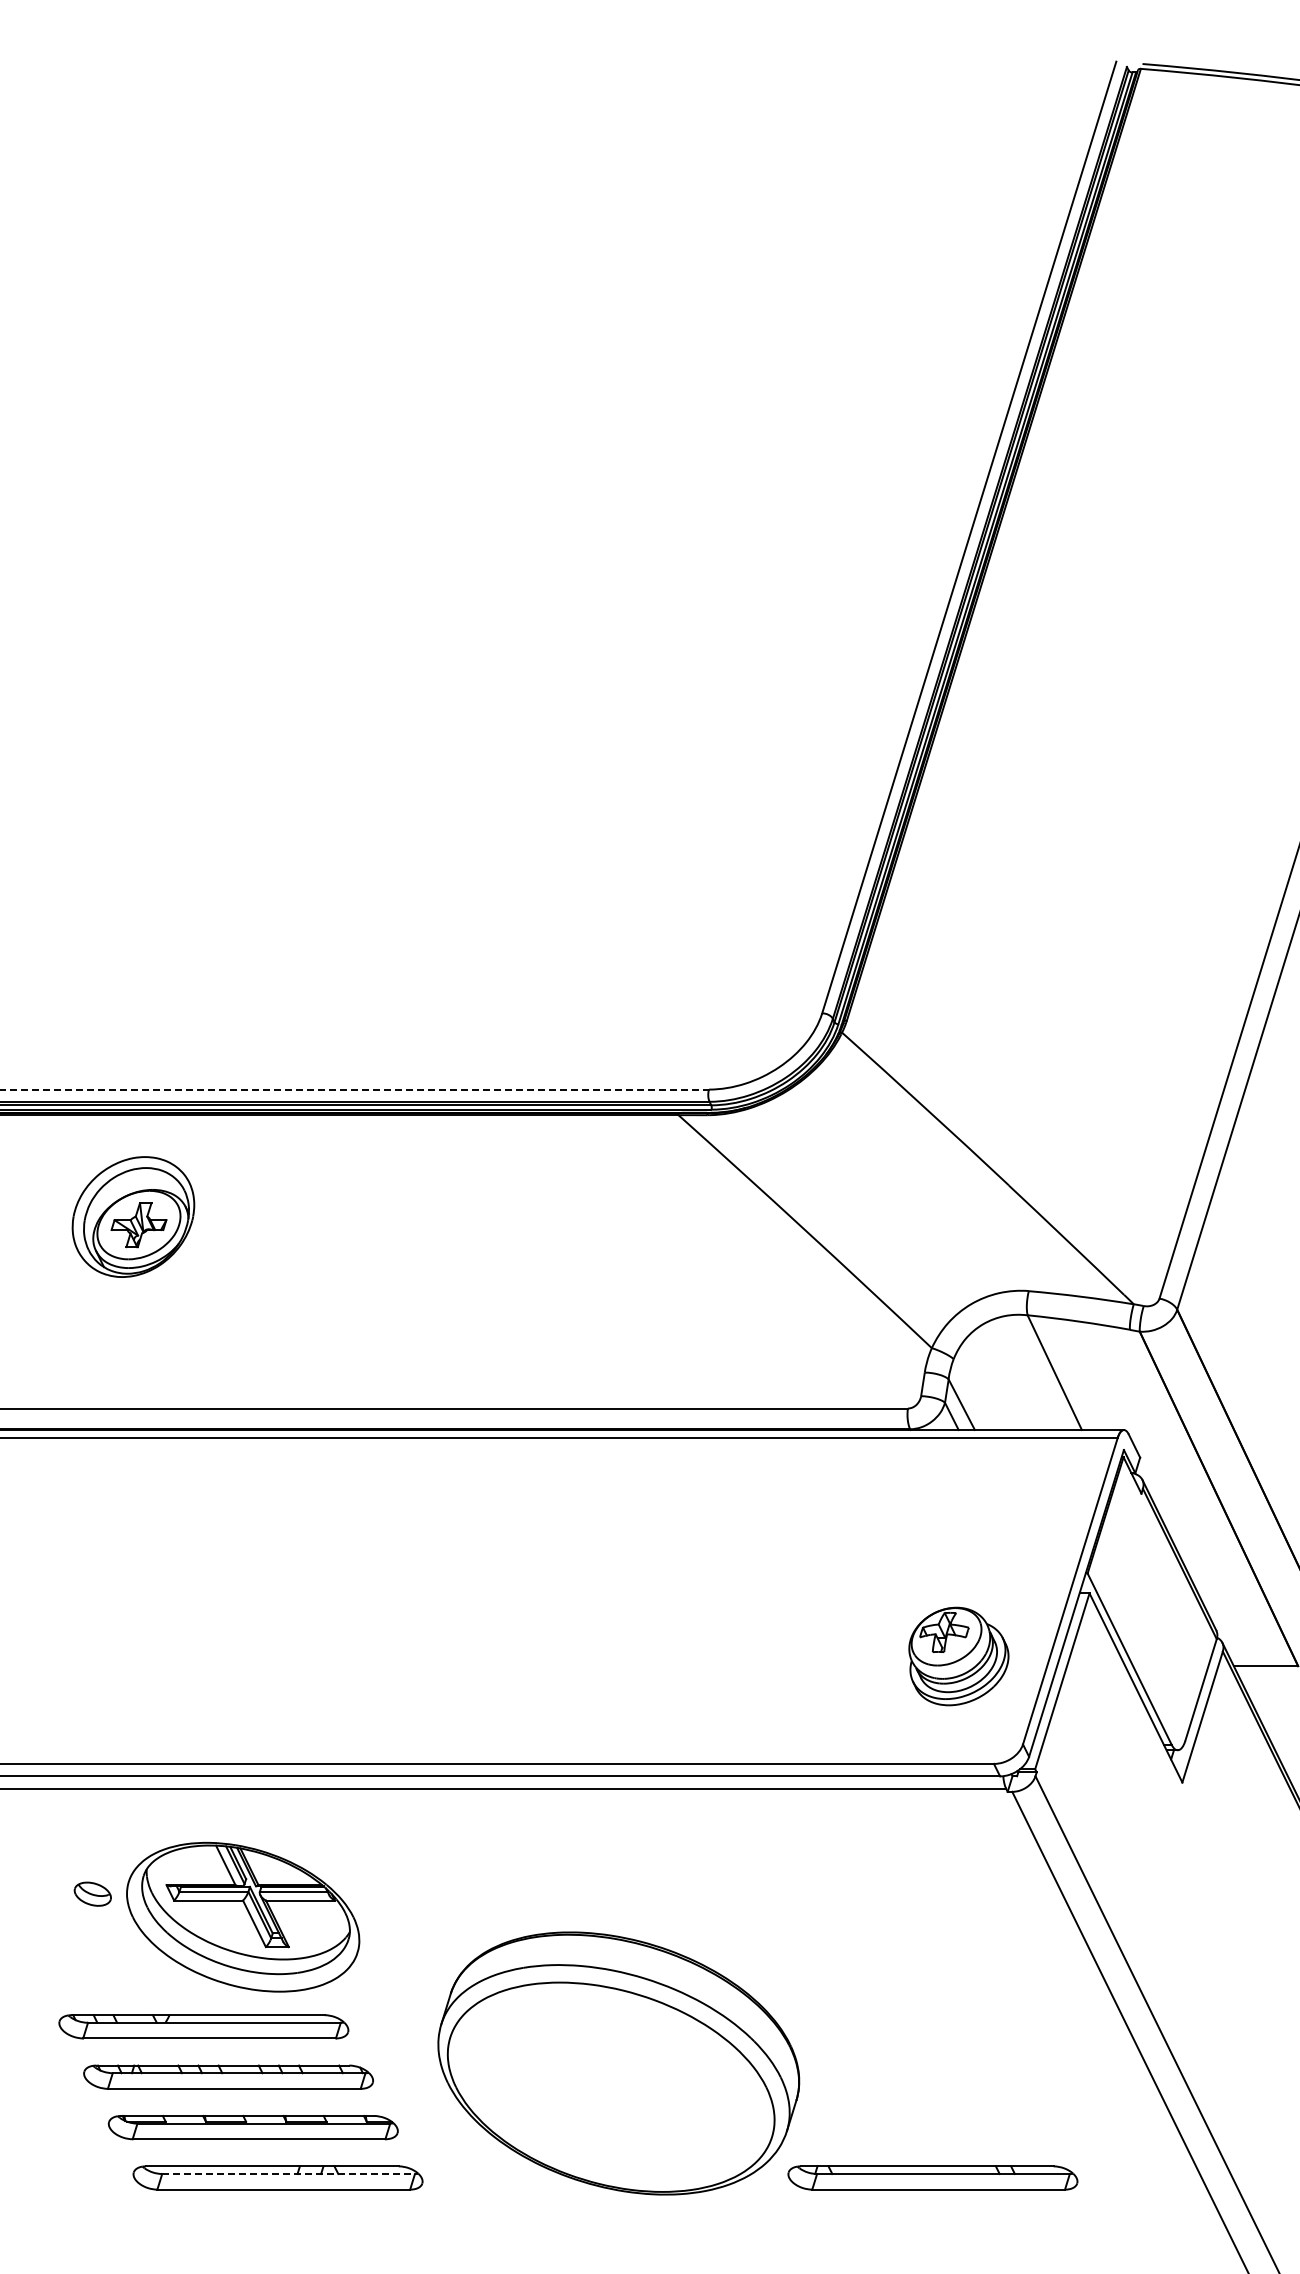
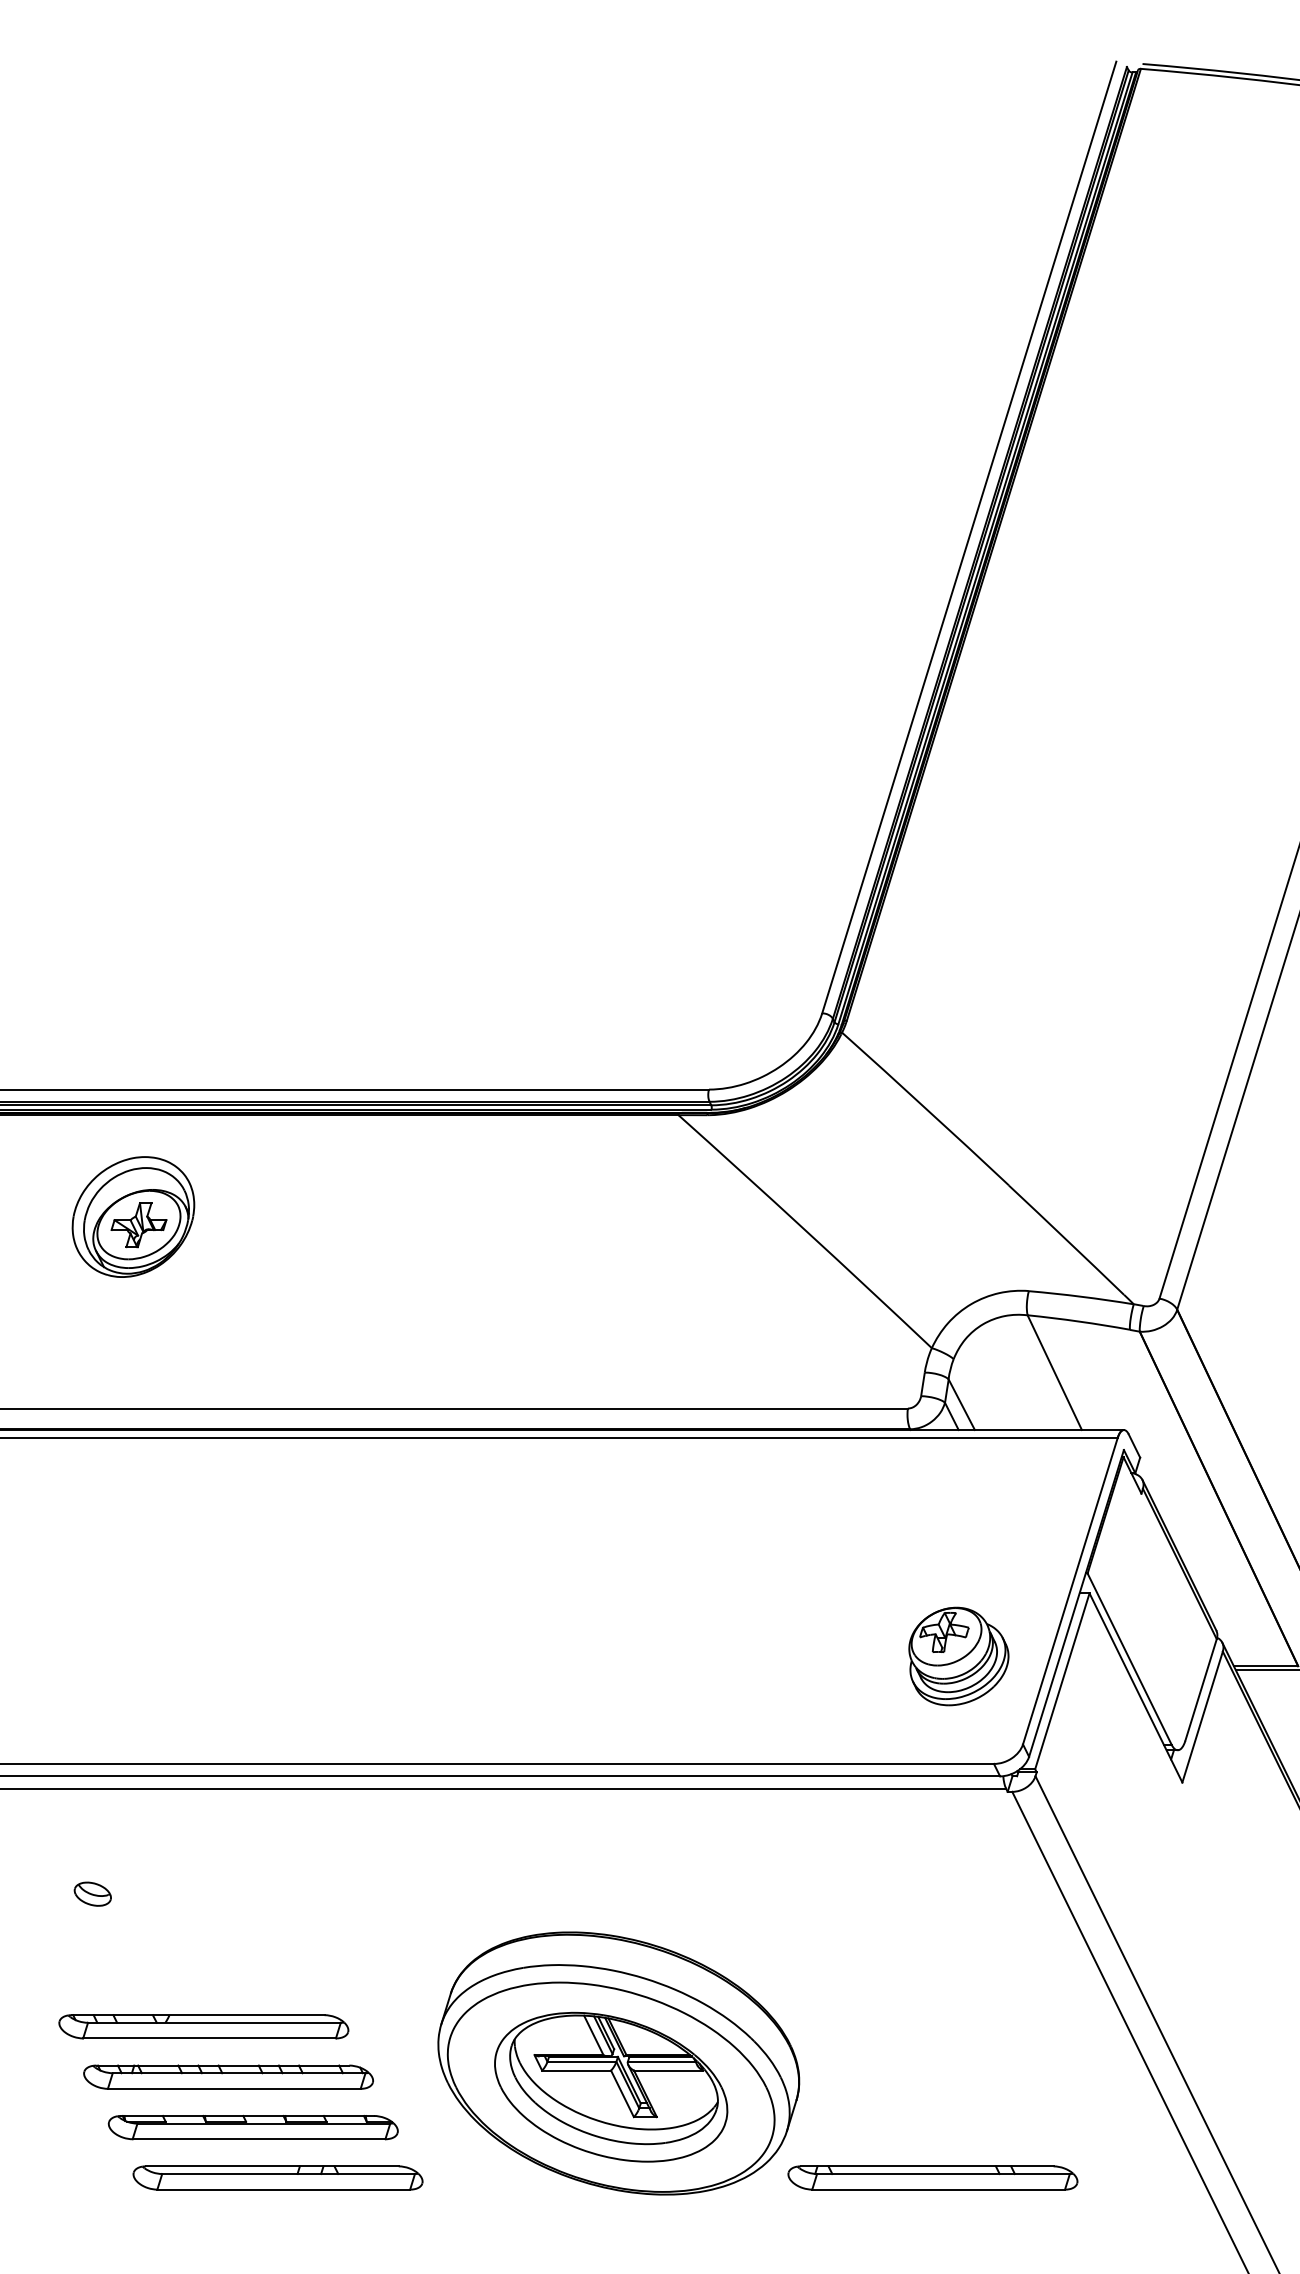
line at (355, 1089): dashed -> solid
line at (1265, 1670): none -> present
part at (243, 1916) position: (243, 1916) -> (611, 2086)
line at (289, 2174): dashed -> solid
